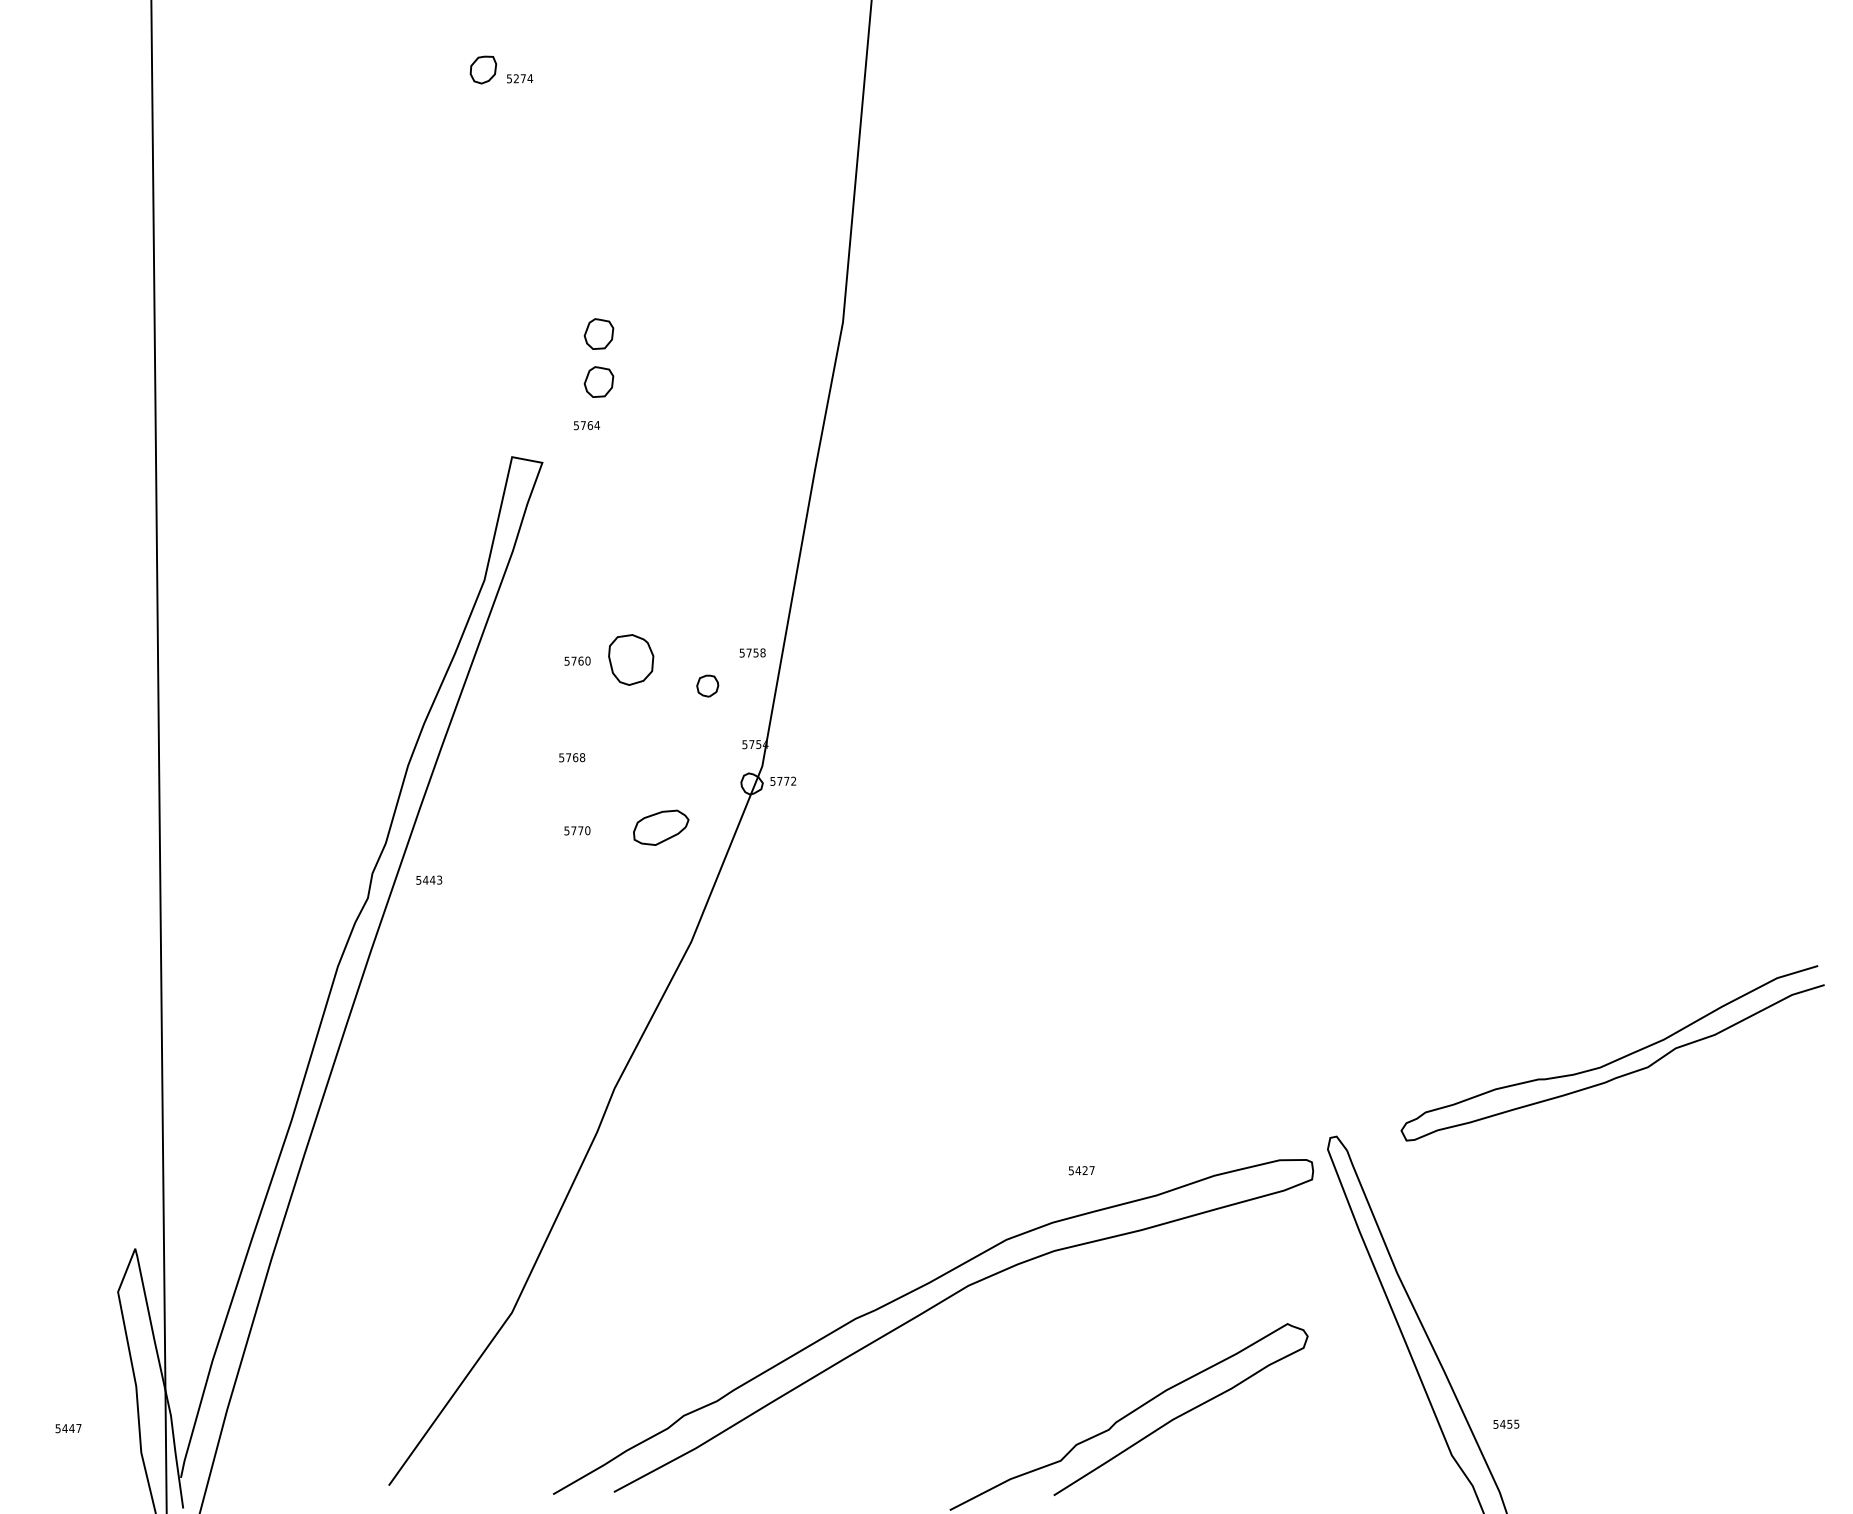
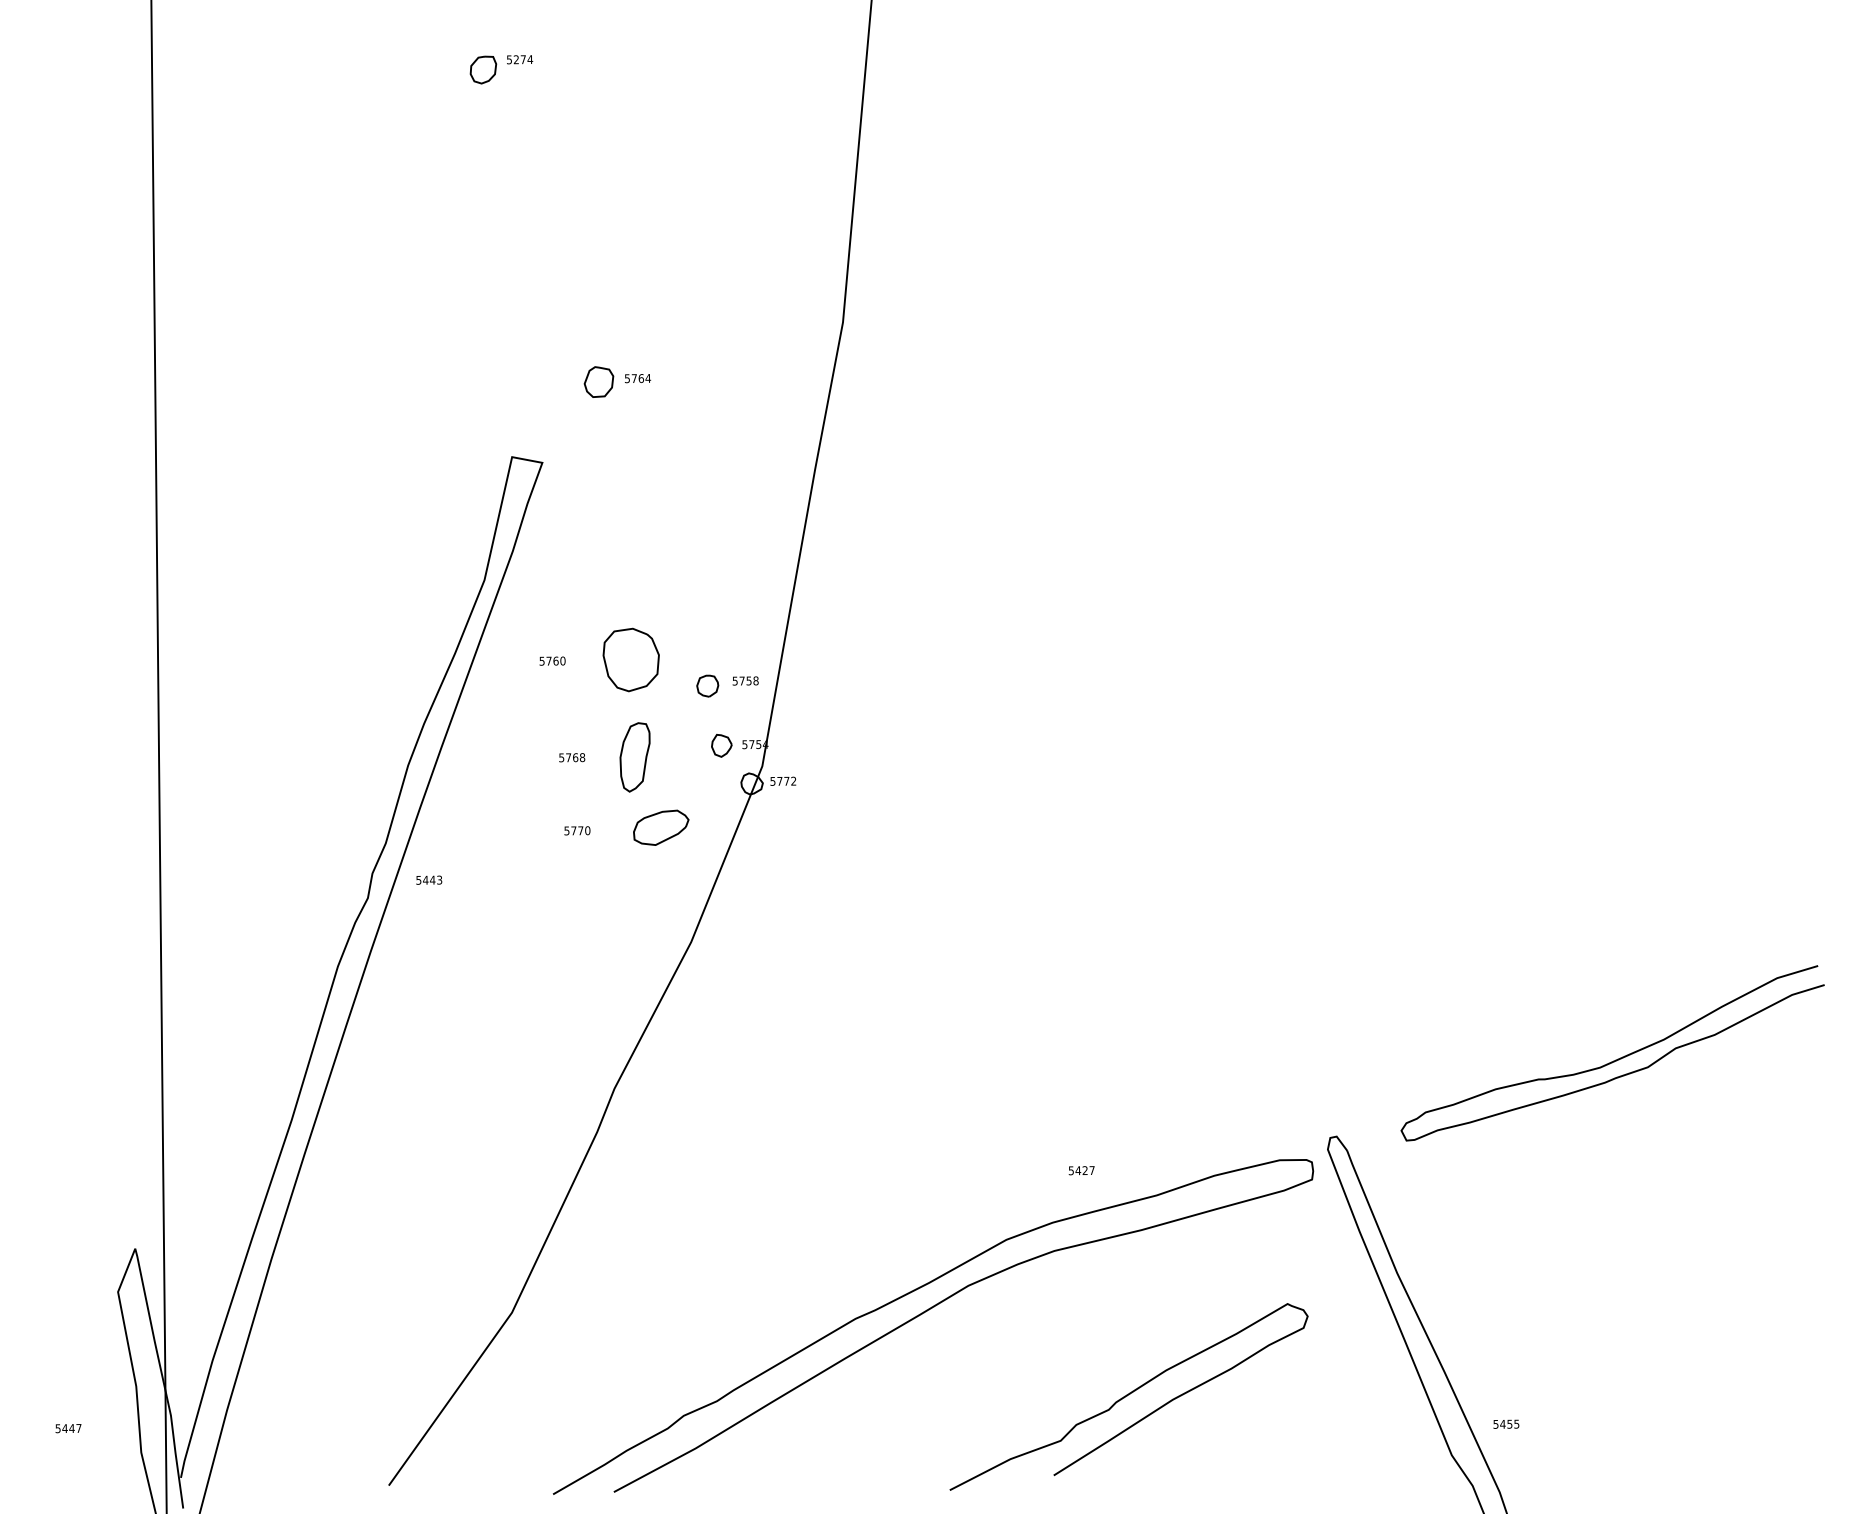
text at (520, 78) position: (520, 78) -> (520, 59)
part at (598, 333): present -> none
text at (587, 425) position: (587, 425) -> (638, 378)
text at (752, 652) position: (752, 652) -> (745, 680)
part at (631, 659) size: 47x52 px -> 58x66 px
text at (577, 660) position: (577, 660) -> (552, 660)
part at (721, 745): none -> present
part at (634, 757): none -> present
curve at (1128, 1415) position: (1128, 1415) -> (1128, 1395)
